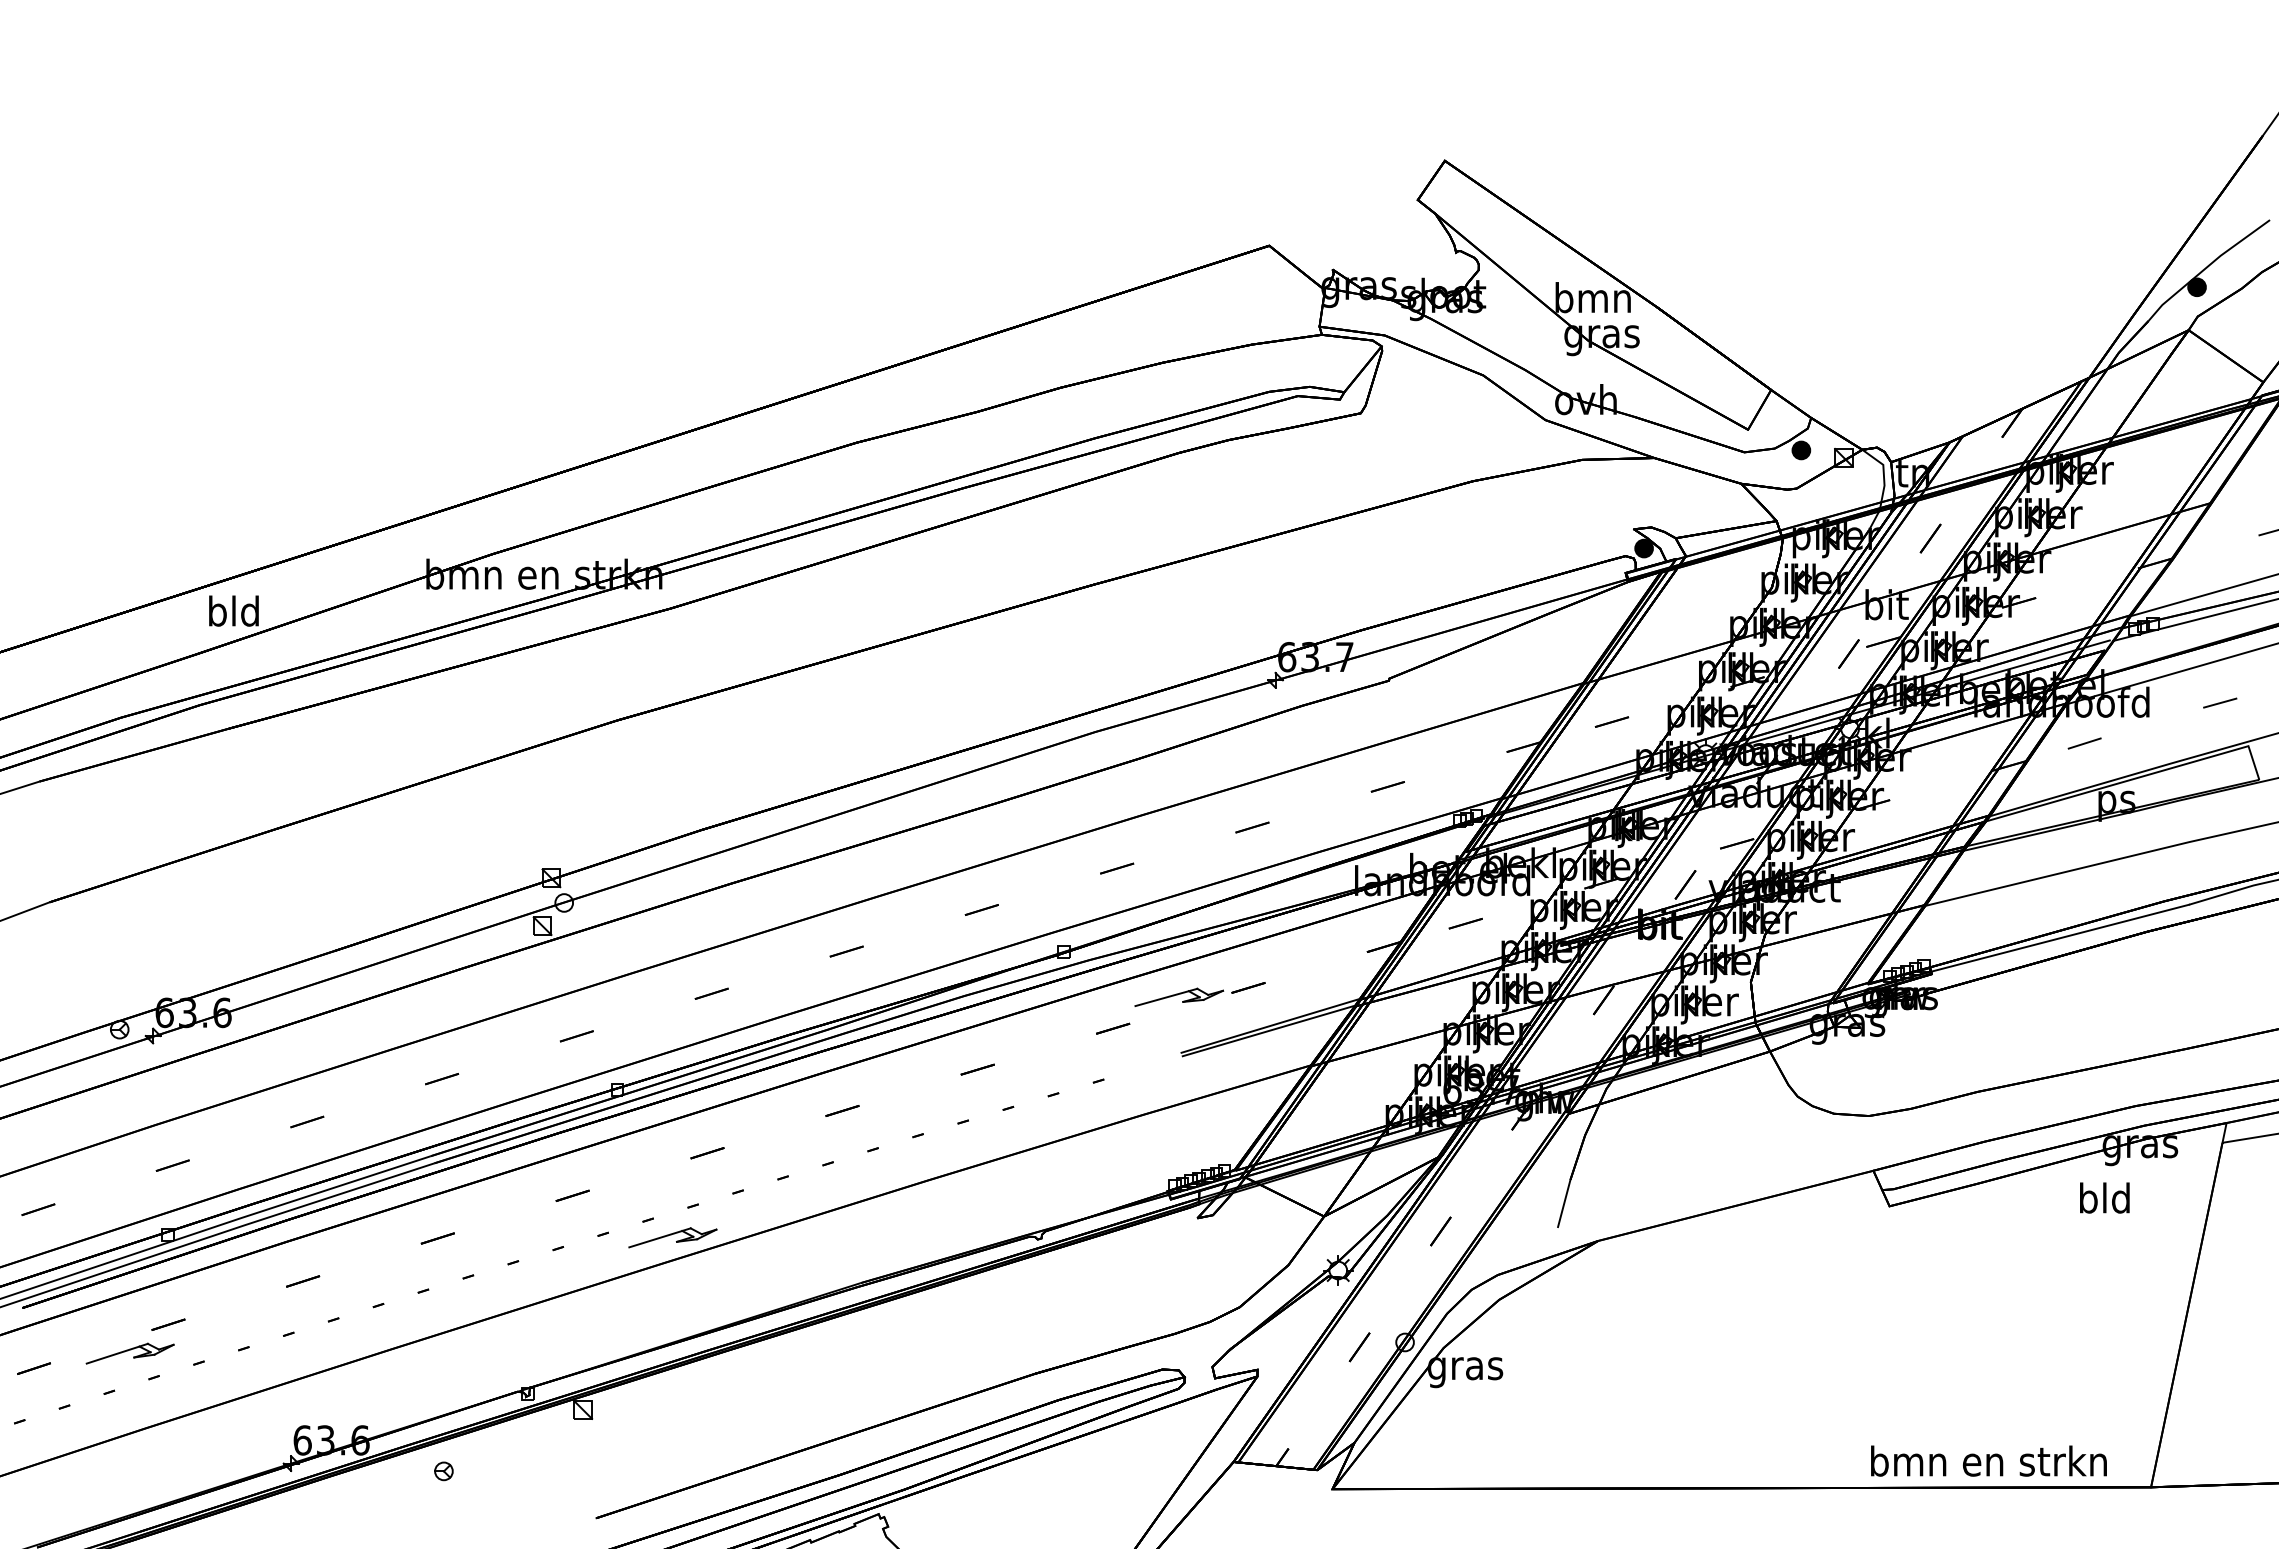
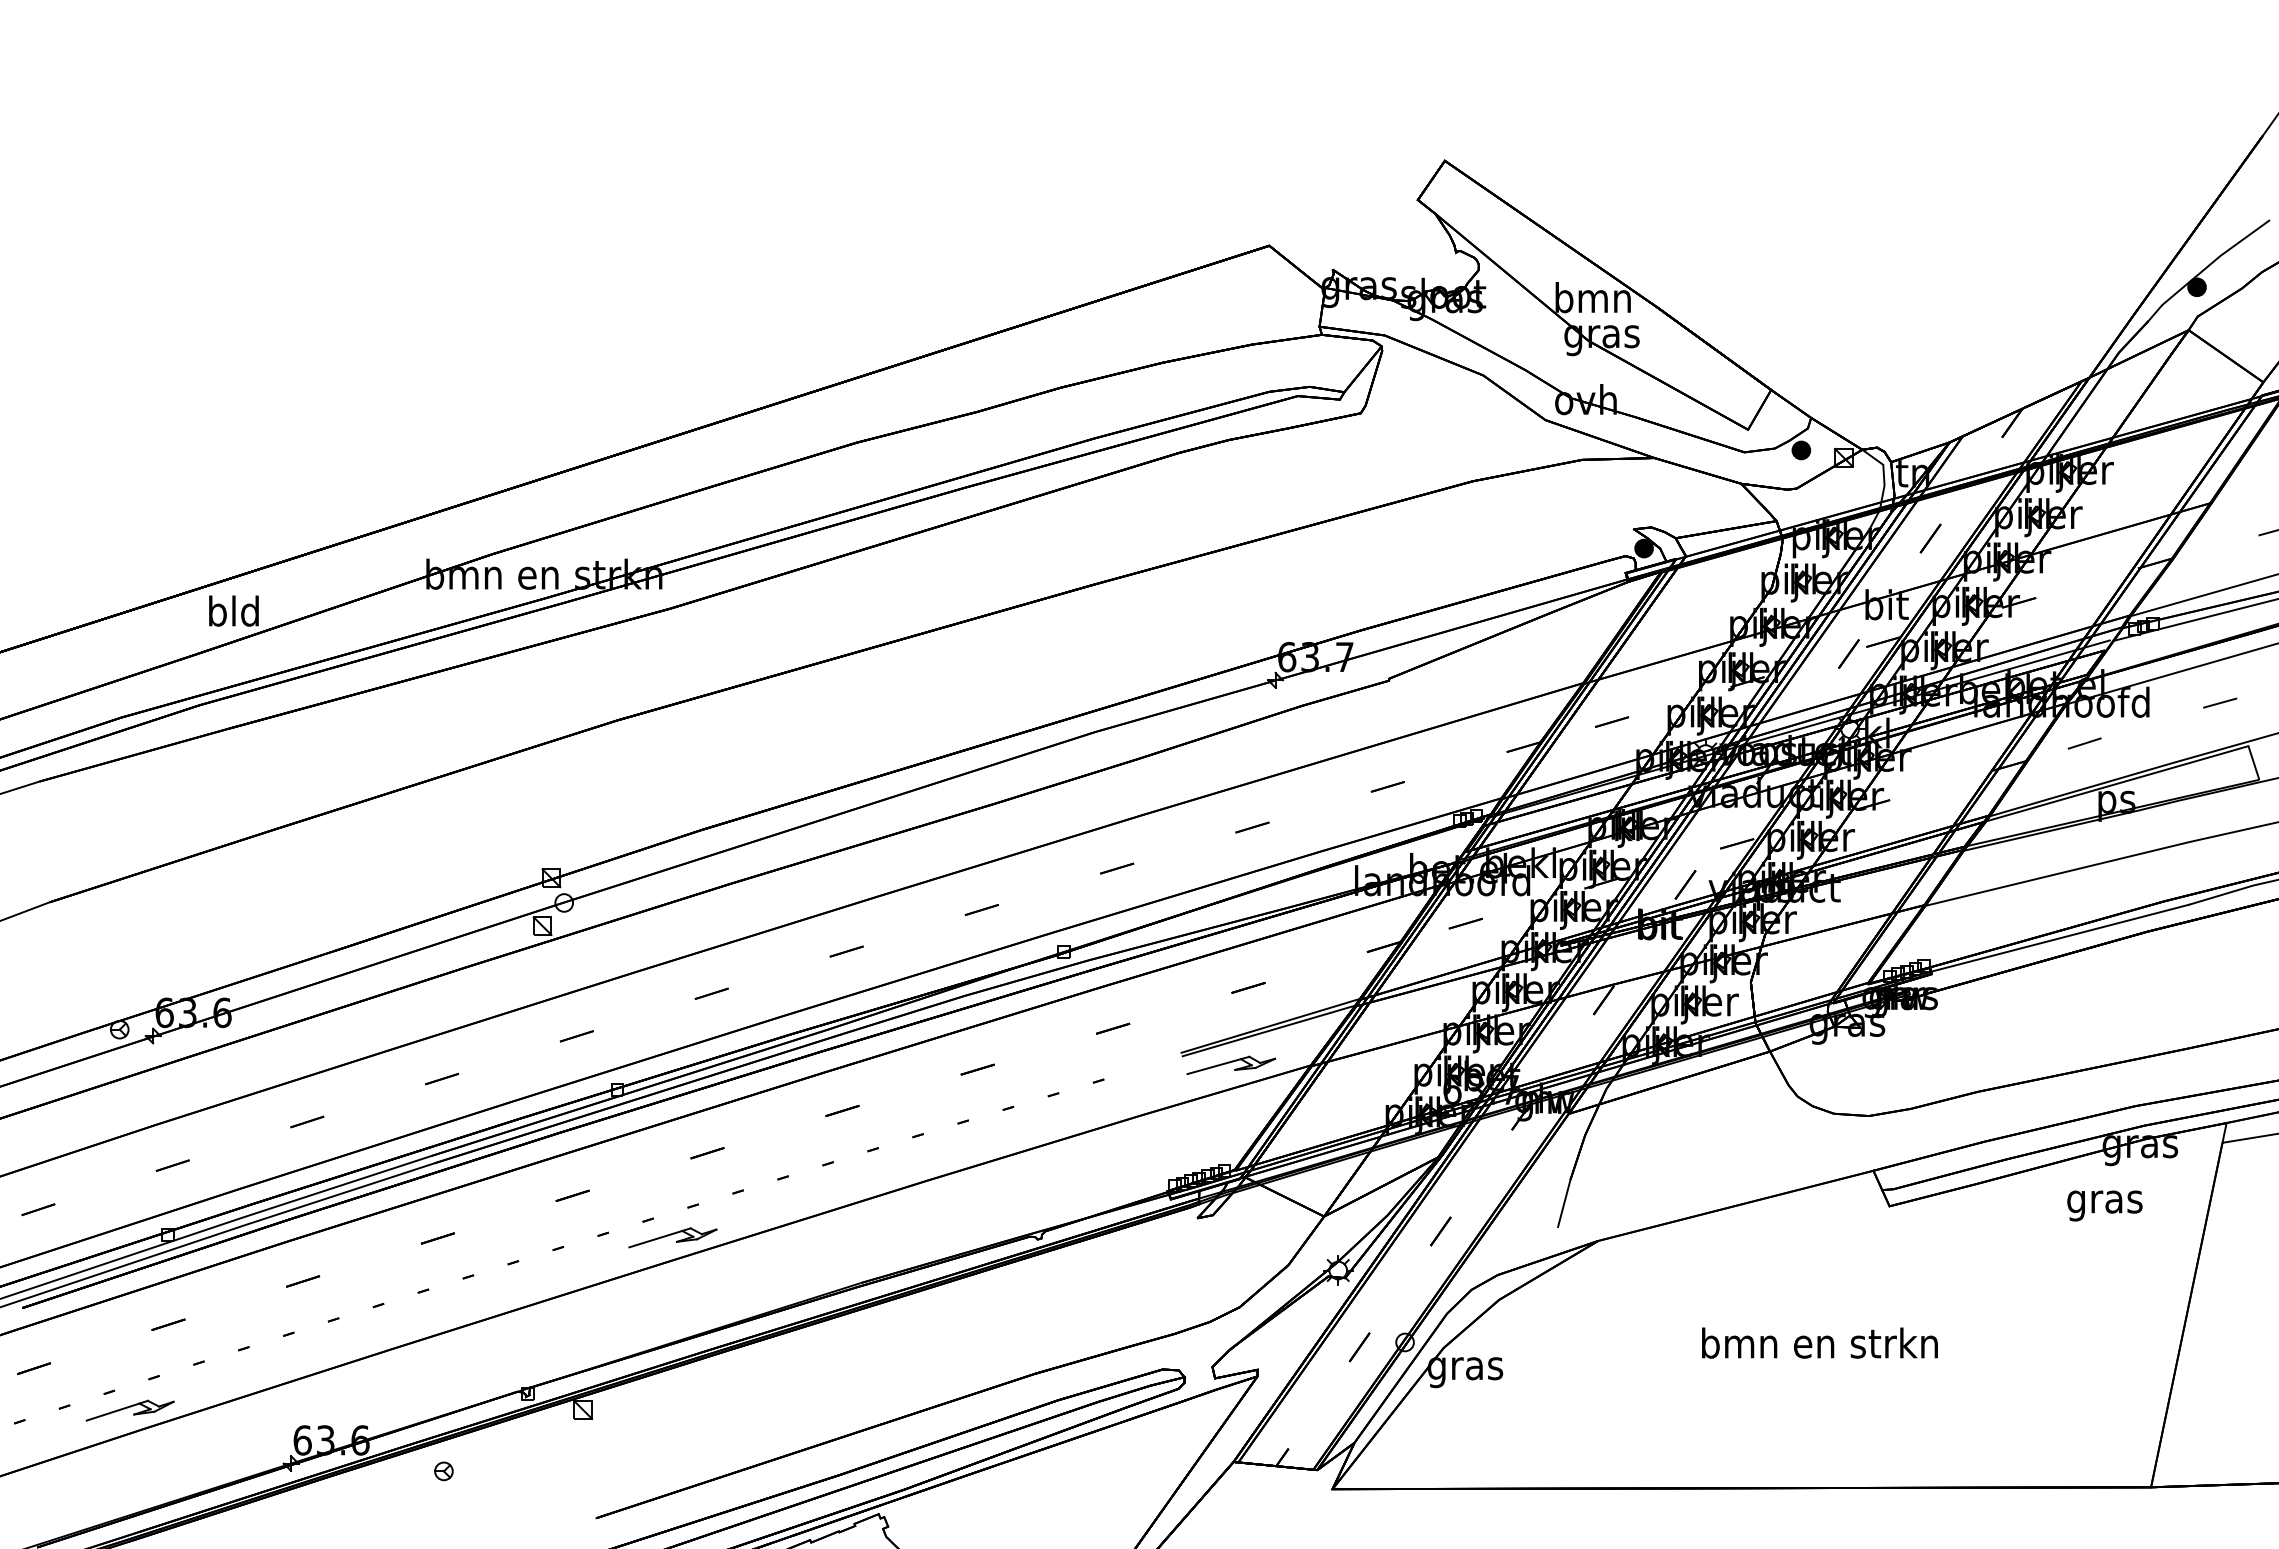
part at (1179, 996) position: (1179, 996) -> (1231, 1064)
text at (2104, 1201): bld -> gras
part at (129, 1353) position: (129, 1353) -> (129, 1410)
text at (1988, 1460) position: (1988, 1460) -> (1819, 1342)
